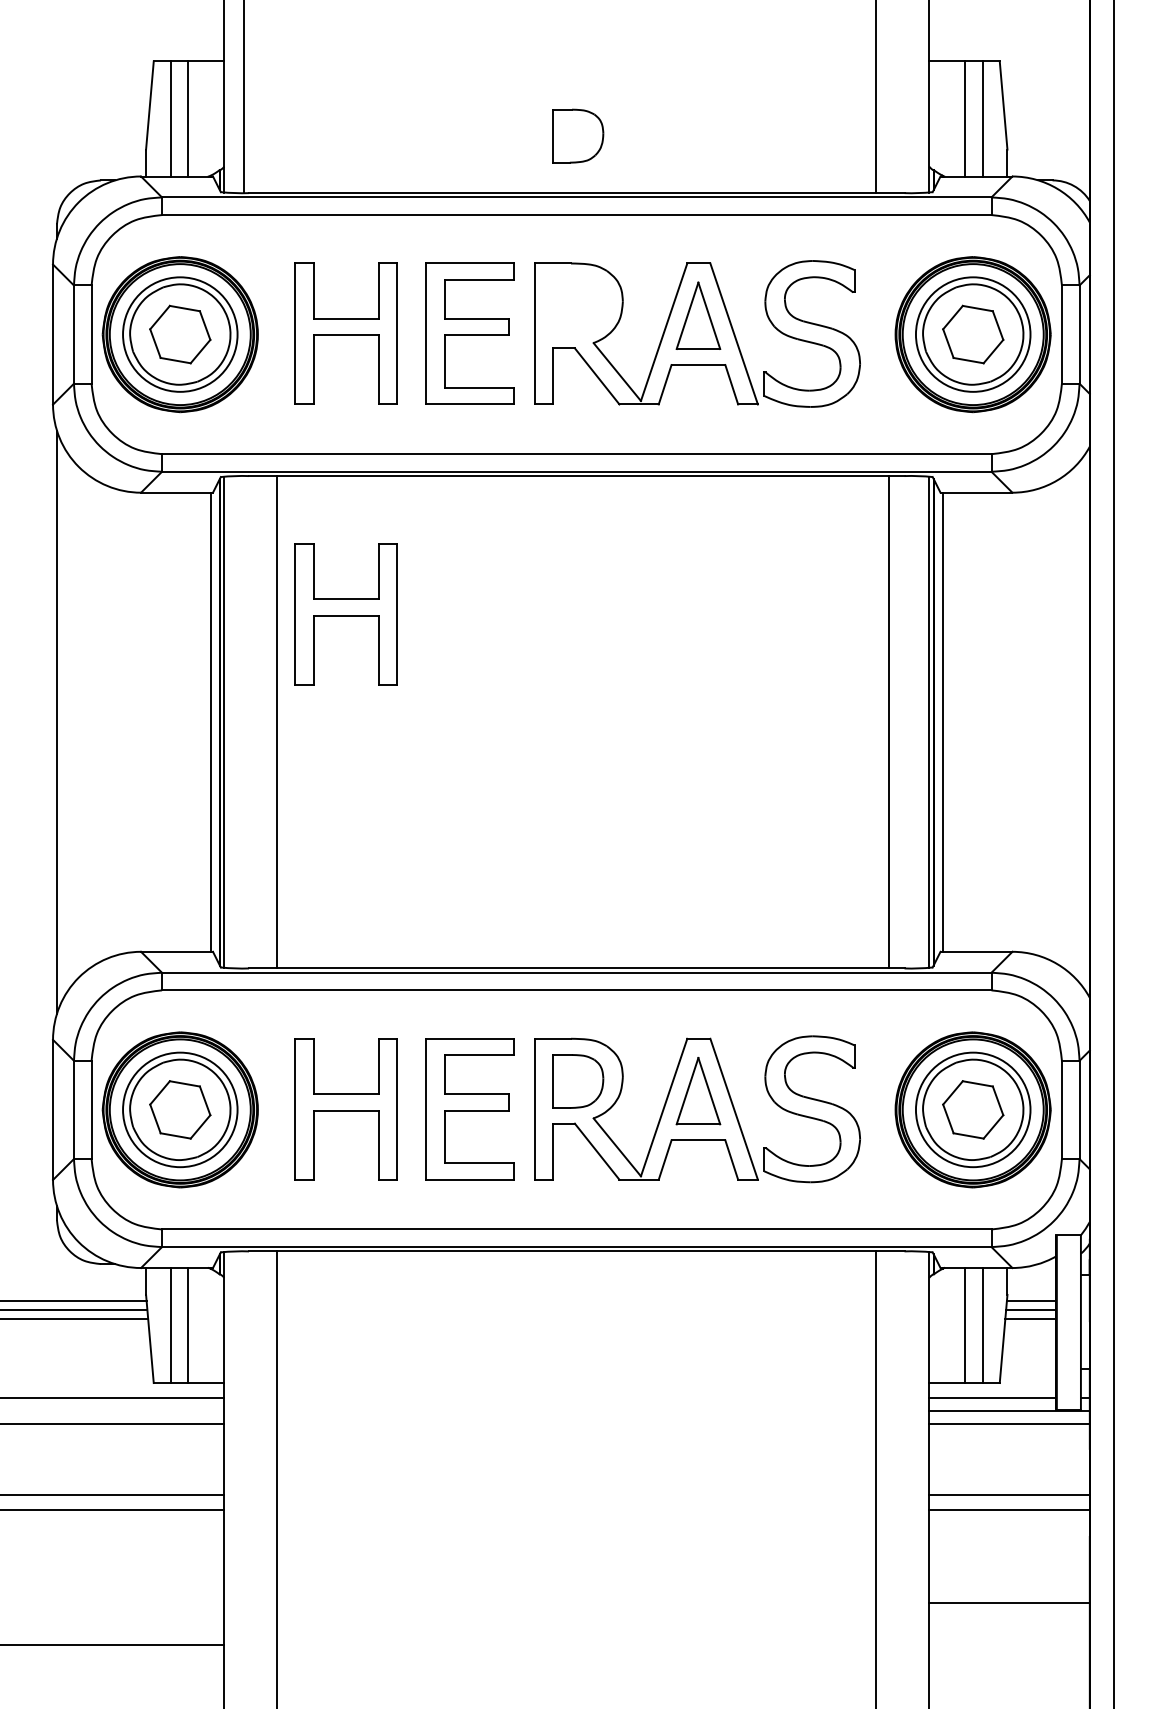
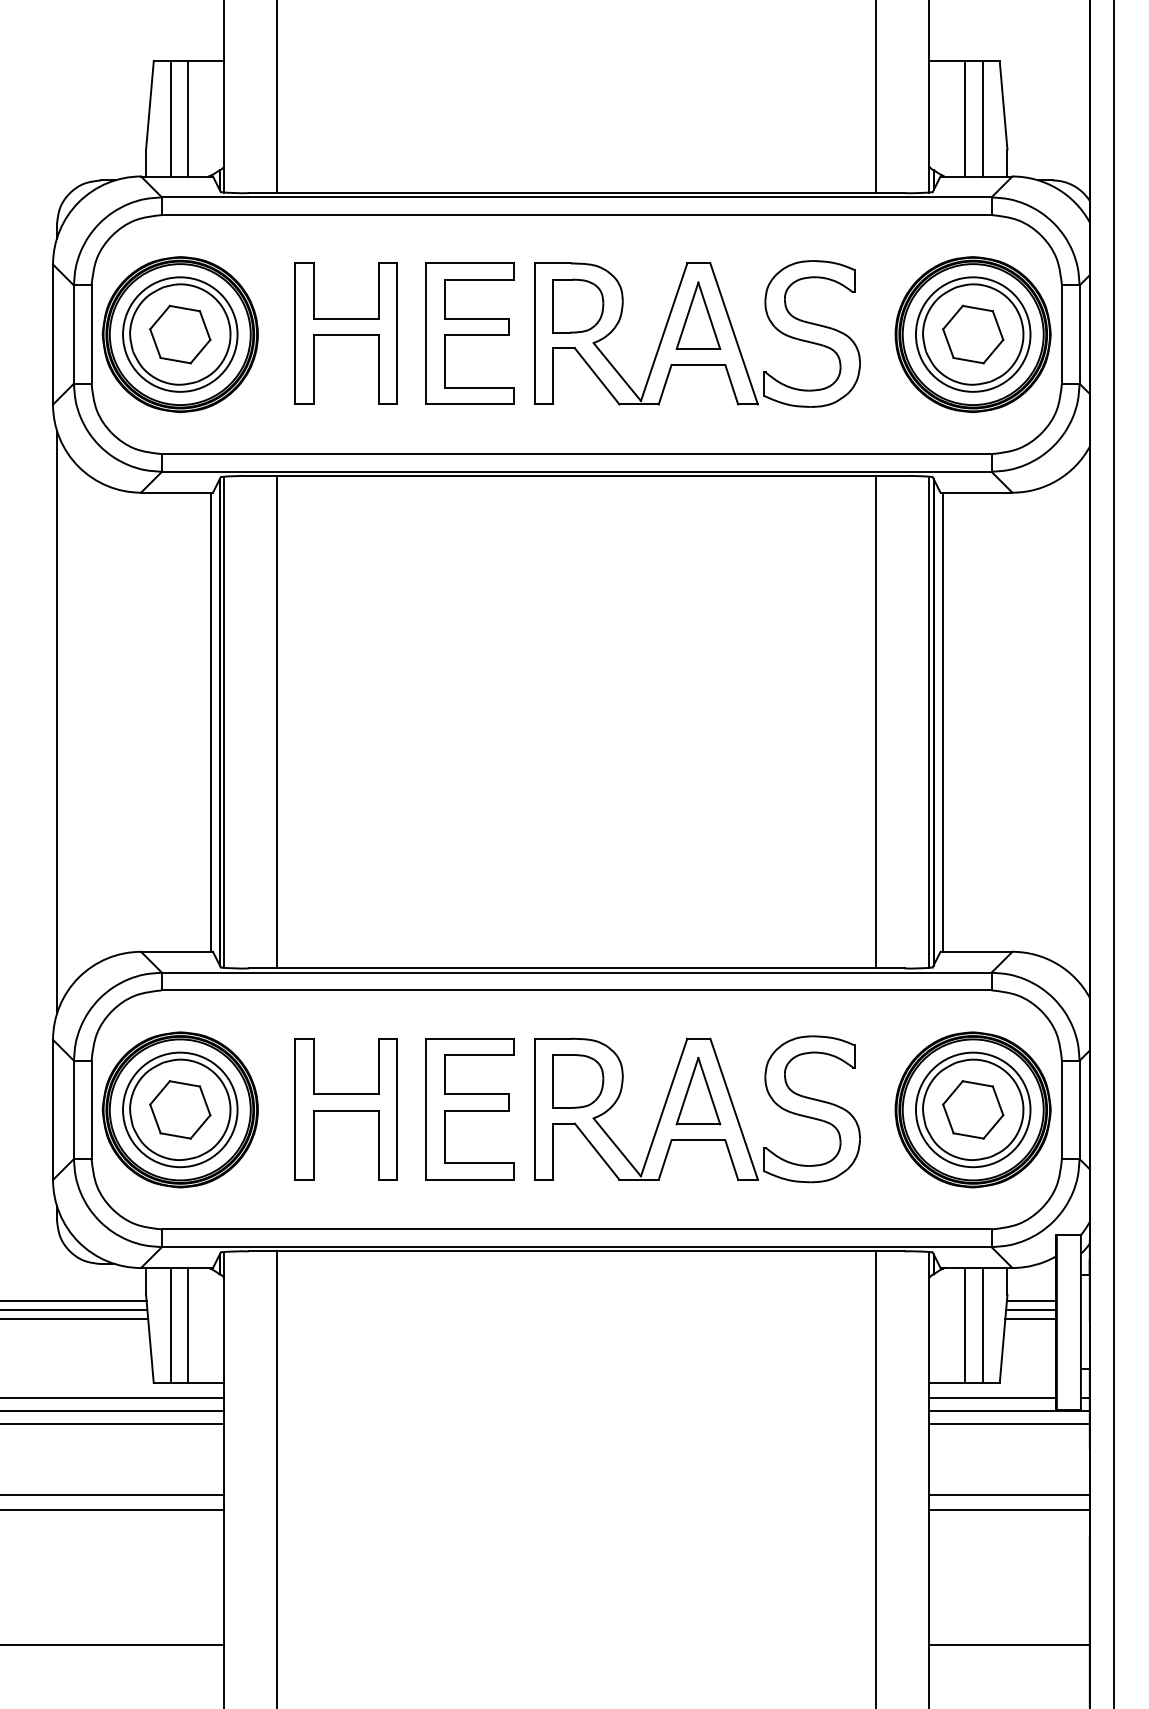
line at (244, 97) position: (244, 97) -> (277, 97)
part at (578, 135) position: (578, 135) -> (578, 305)
part at (345, 614): present -> none
line at (889, 722) position: (889, 722) -> (876, 722)
line at (113, 1411): none -> present
line at (1009, 1602) position: (1009, 1602) -> (1009, 1644)
